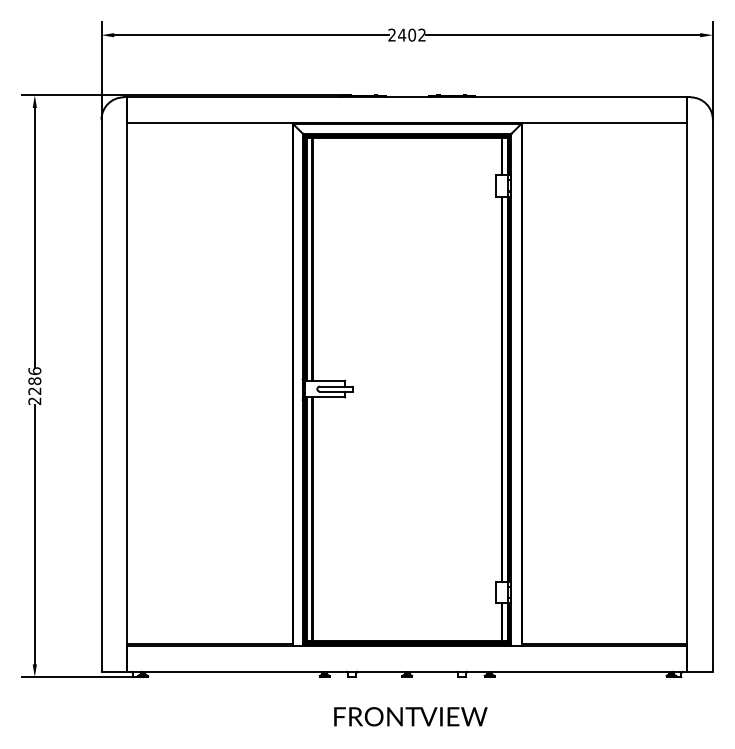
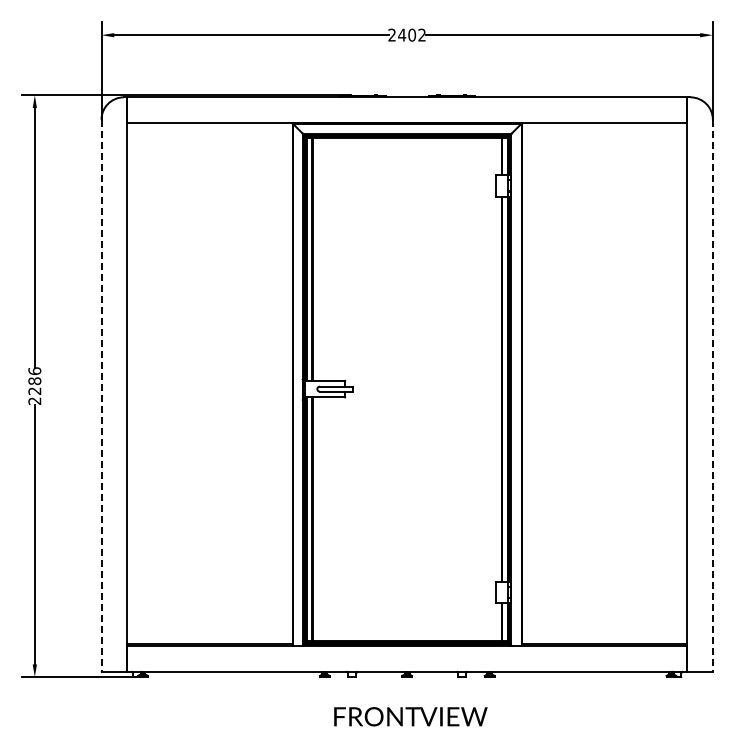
line at (101, 395): solid -> dashed
line at (712, 395): solid -> dashed
